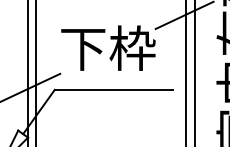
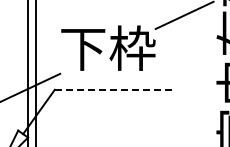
line at (186, 72): present -> none
line at (194, 72): present -> none
line at (113, 89): solid -> dashed
